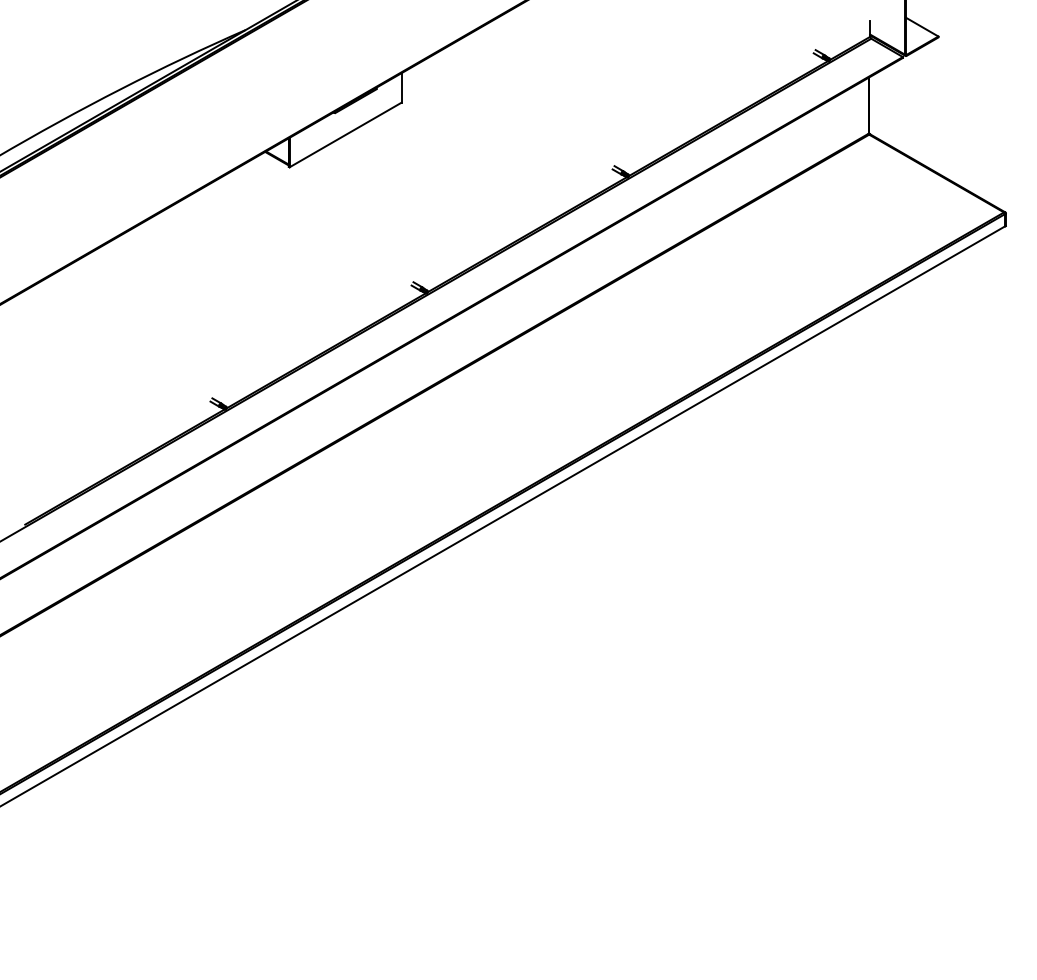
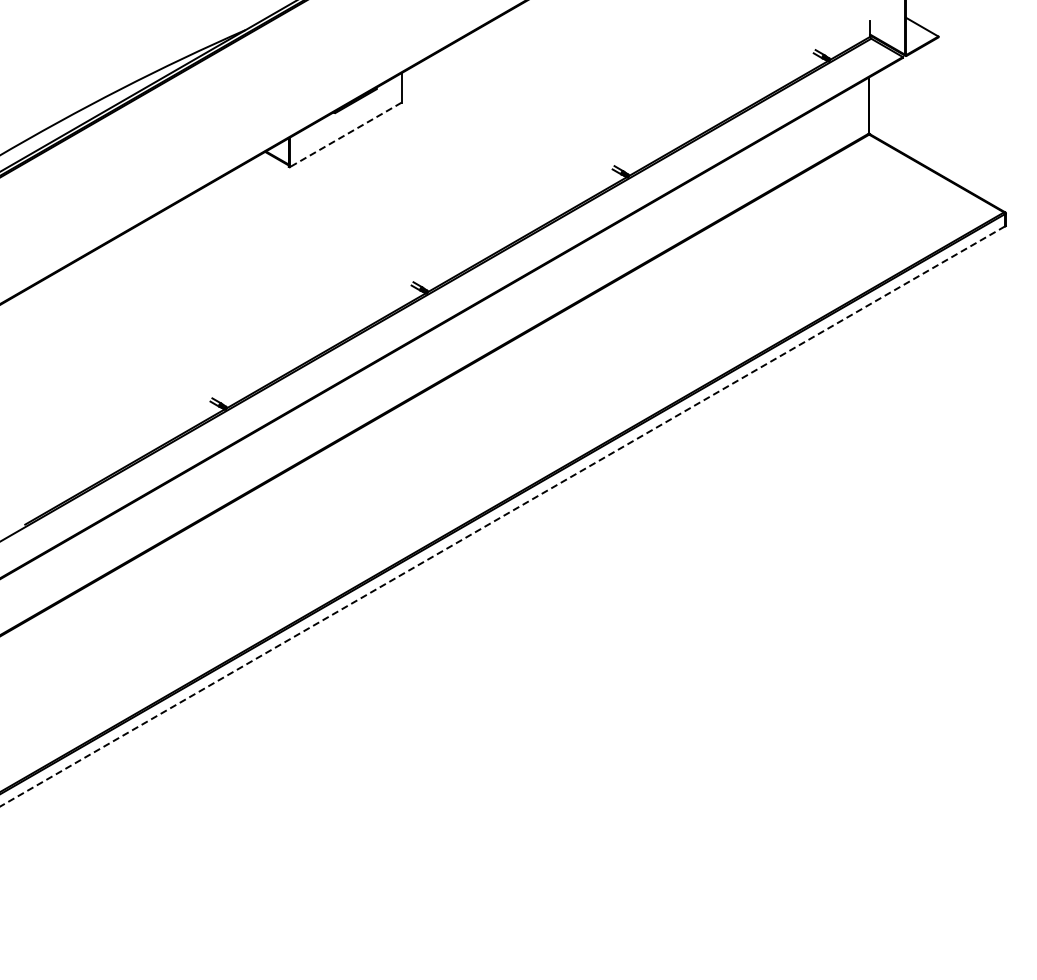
line at (345, 134): solid -> dashed
line at (502, 516): solid -> dashed
